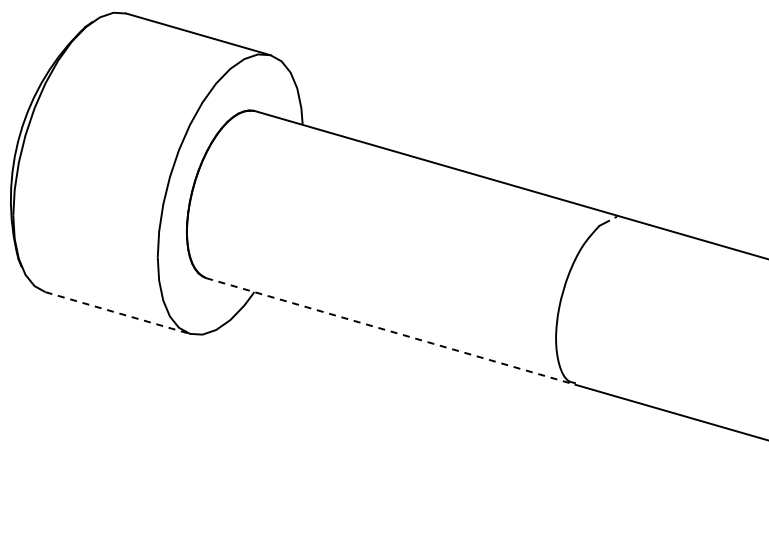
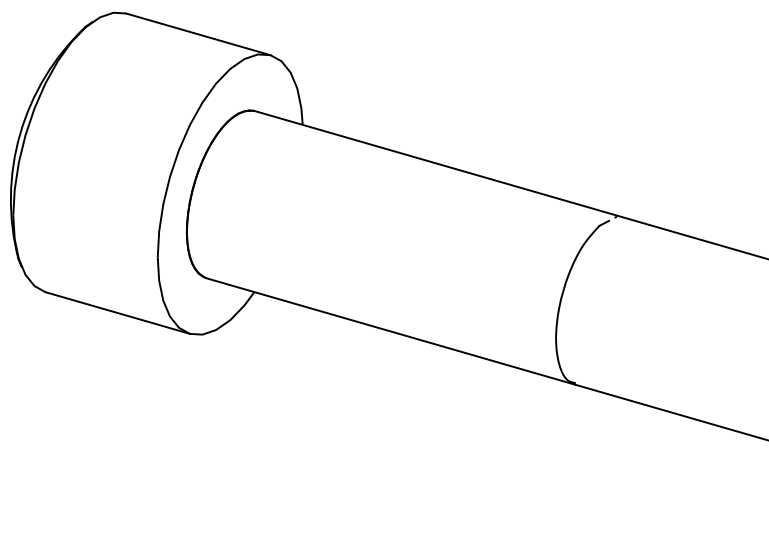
line at (118, 313): dashed -> solid
line at (391, 331): dashed -> solid
